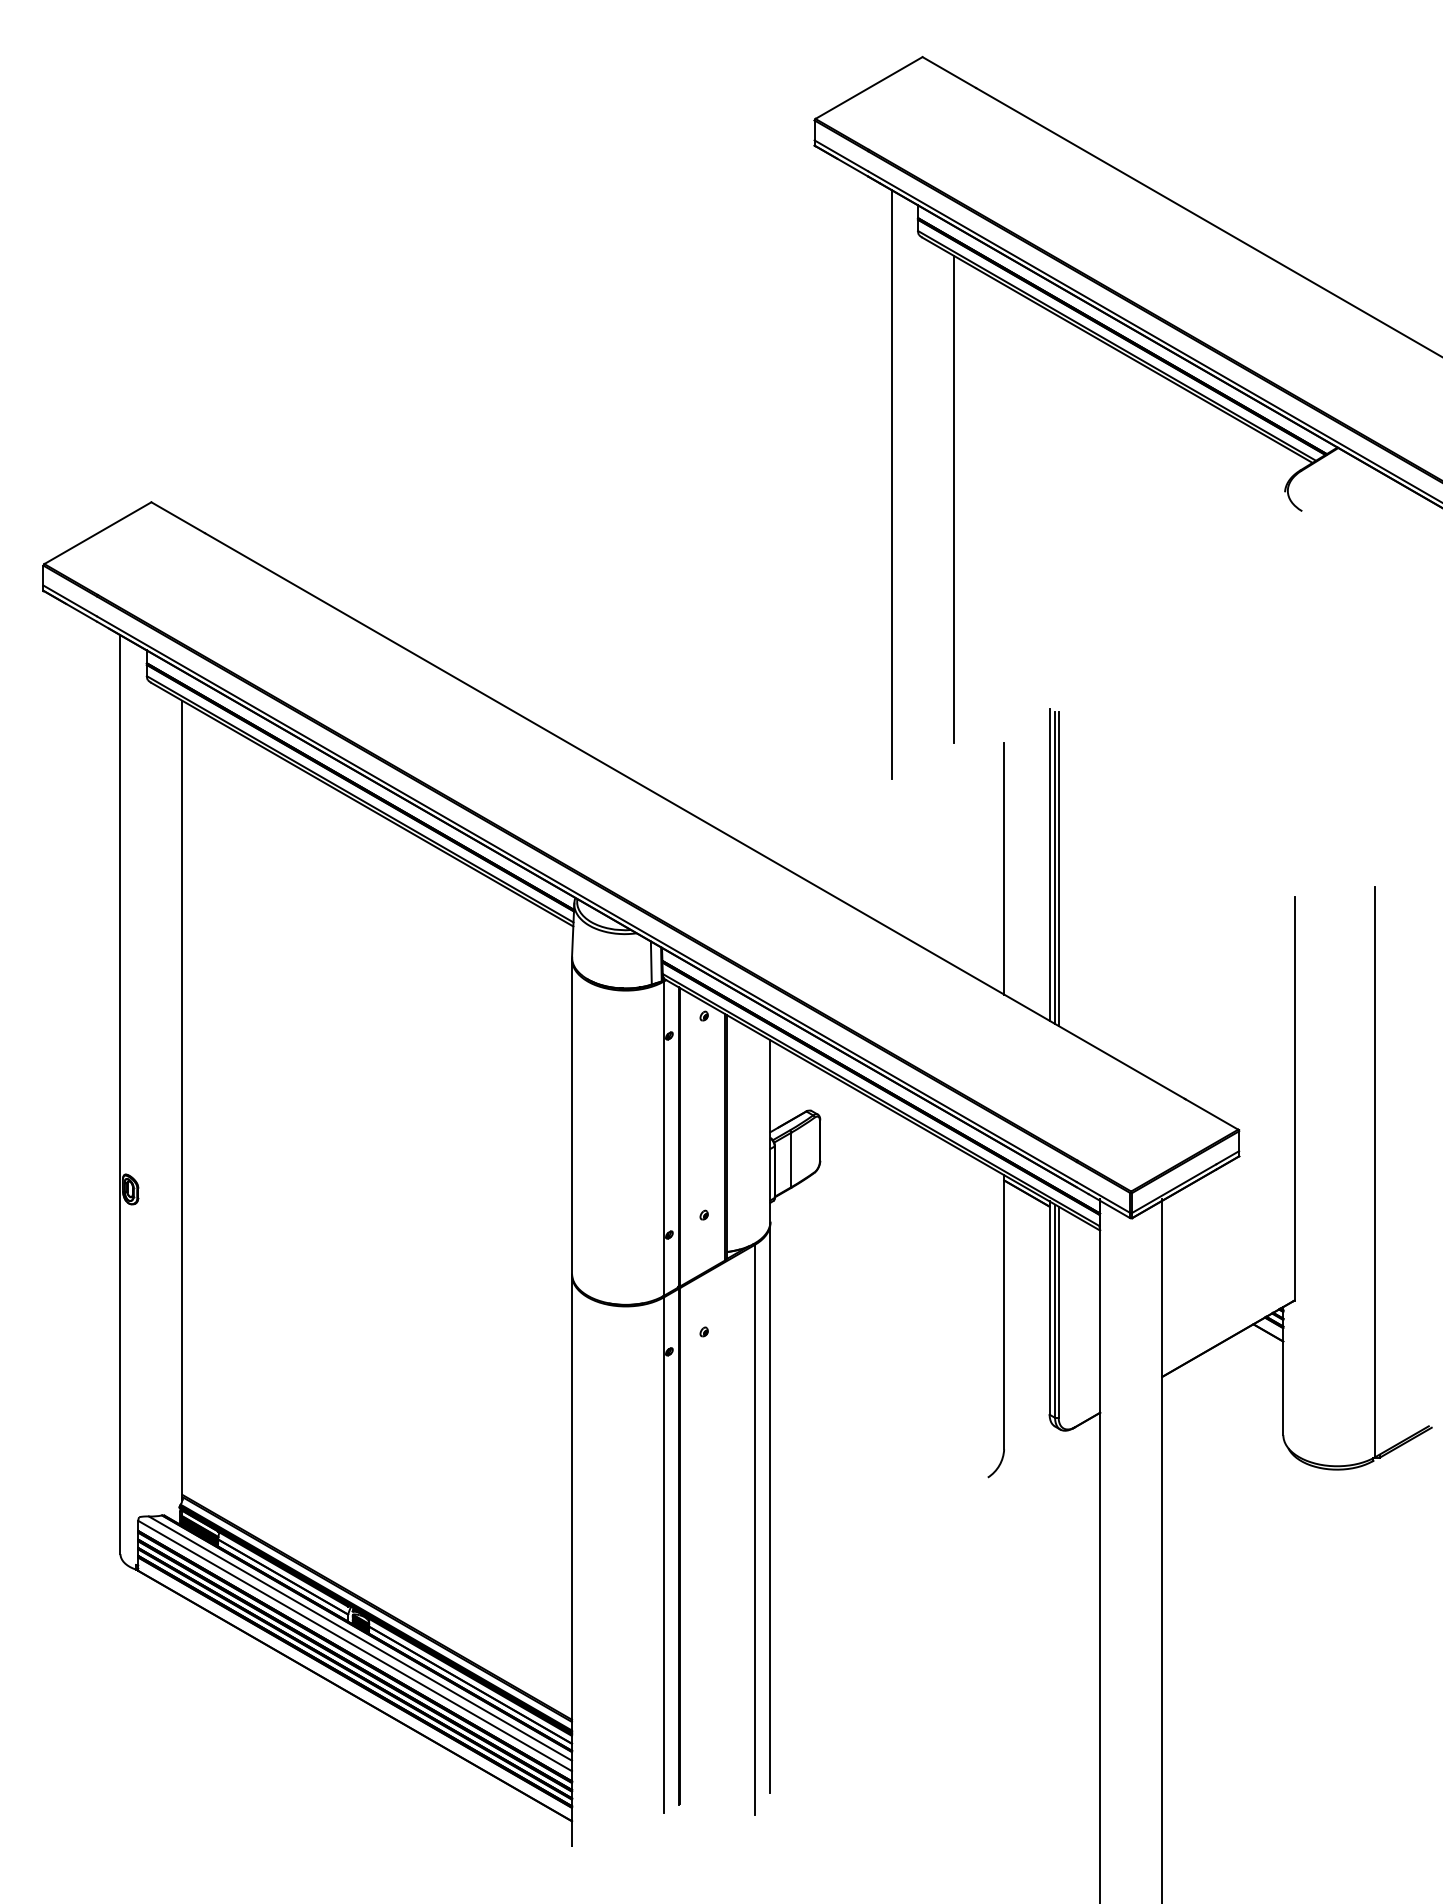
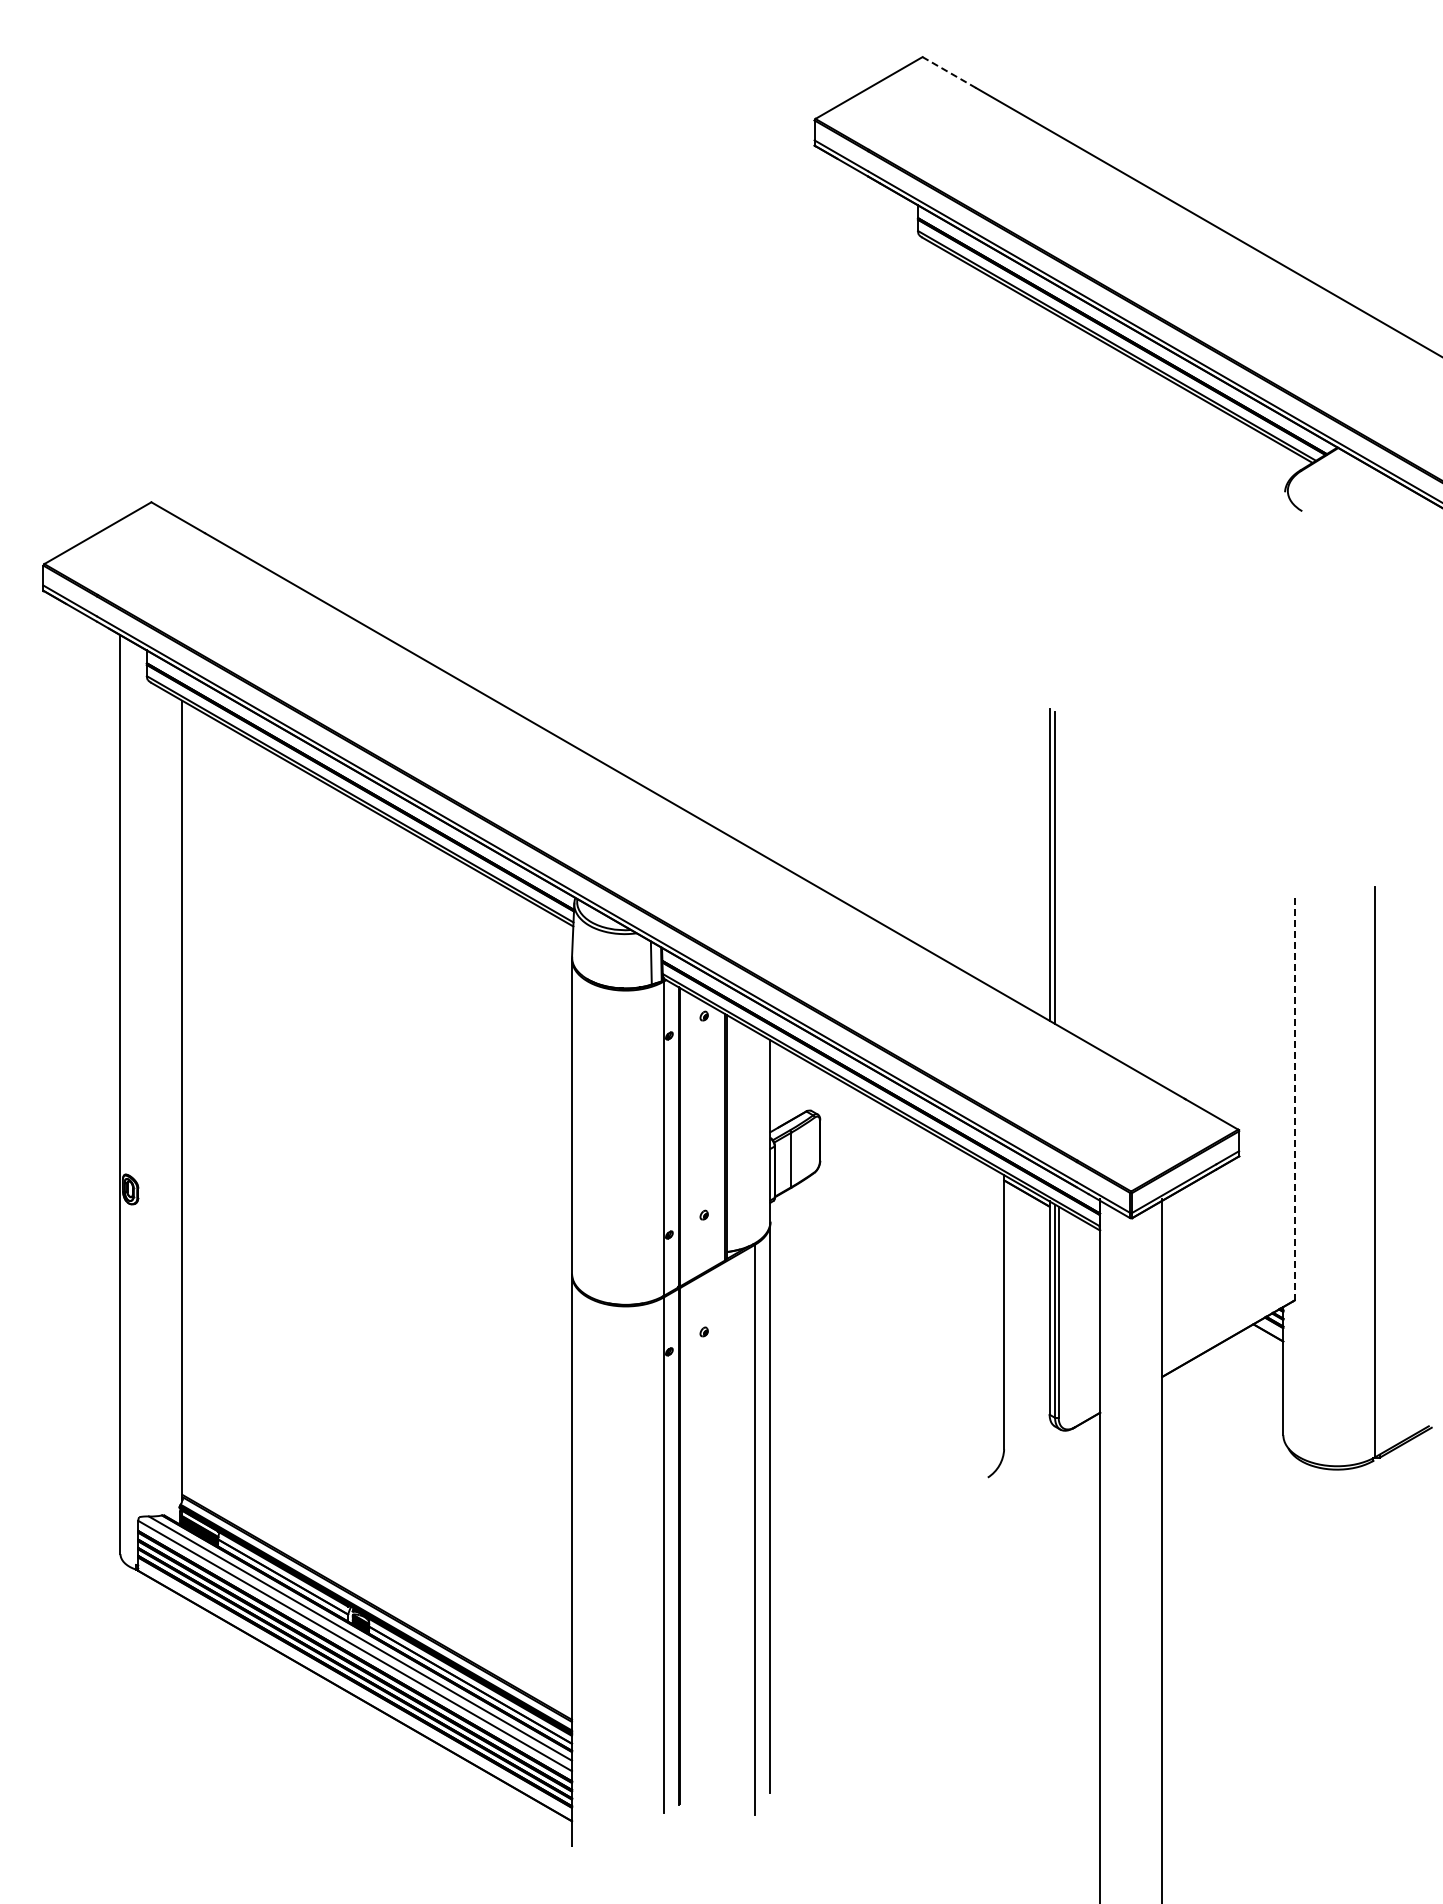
line at (949, 72): solid -> dashed
line at (891, 484): present -> none
line at (953, 499): present -> none
line at (1004, 868): present -> none
line at (1058, 868): present -> none
line at (1294, 1098): solid -> dashed
